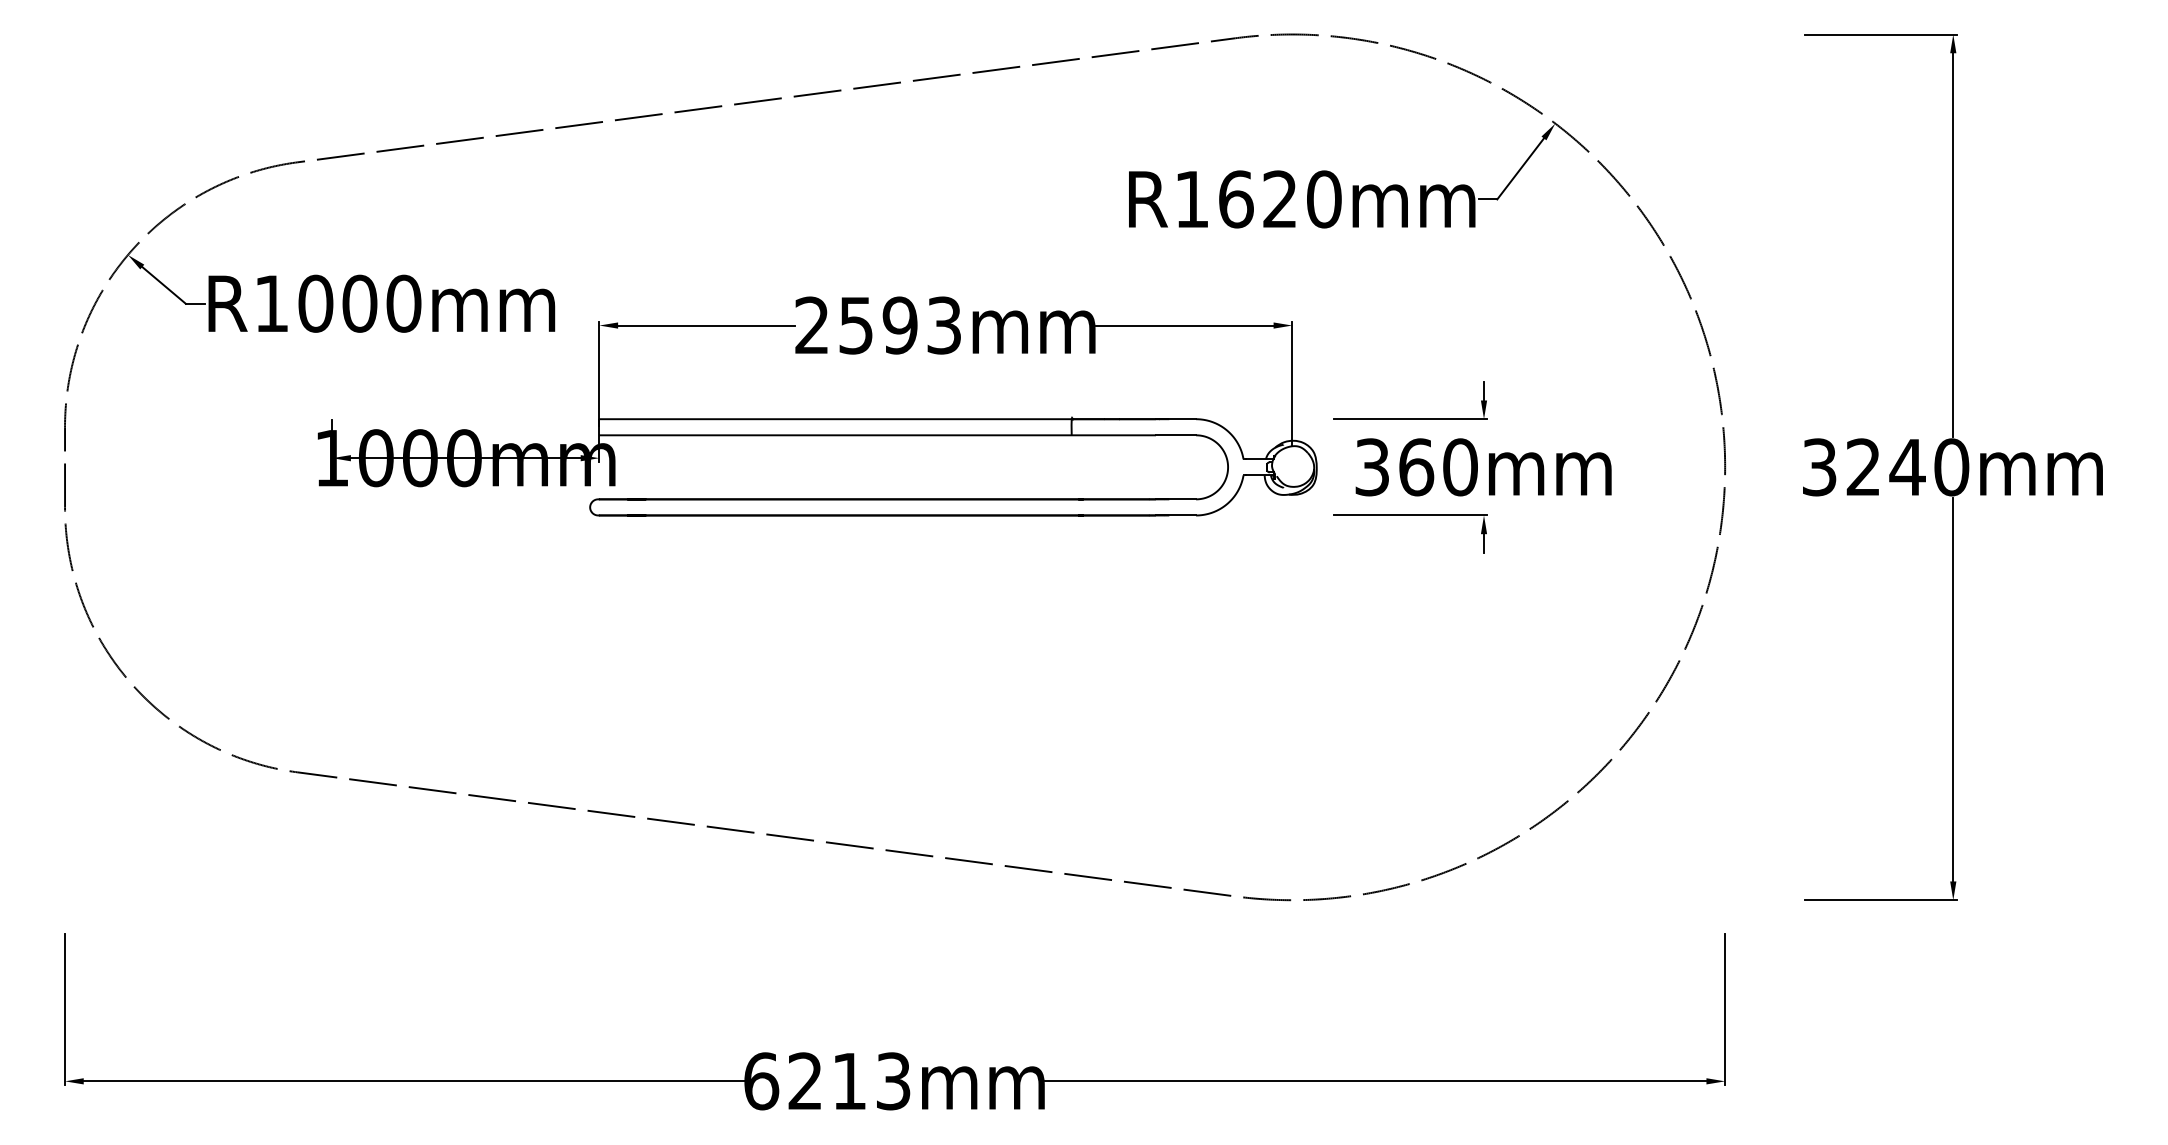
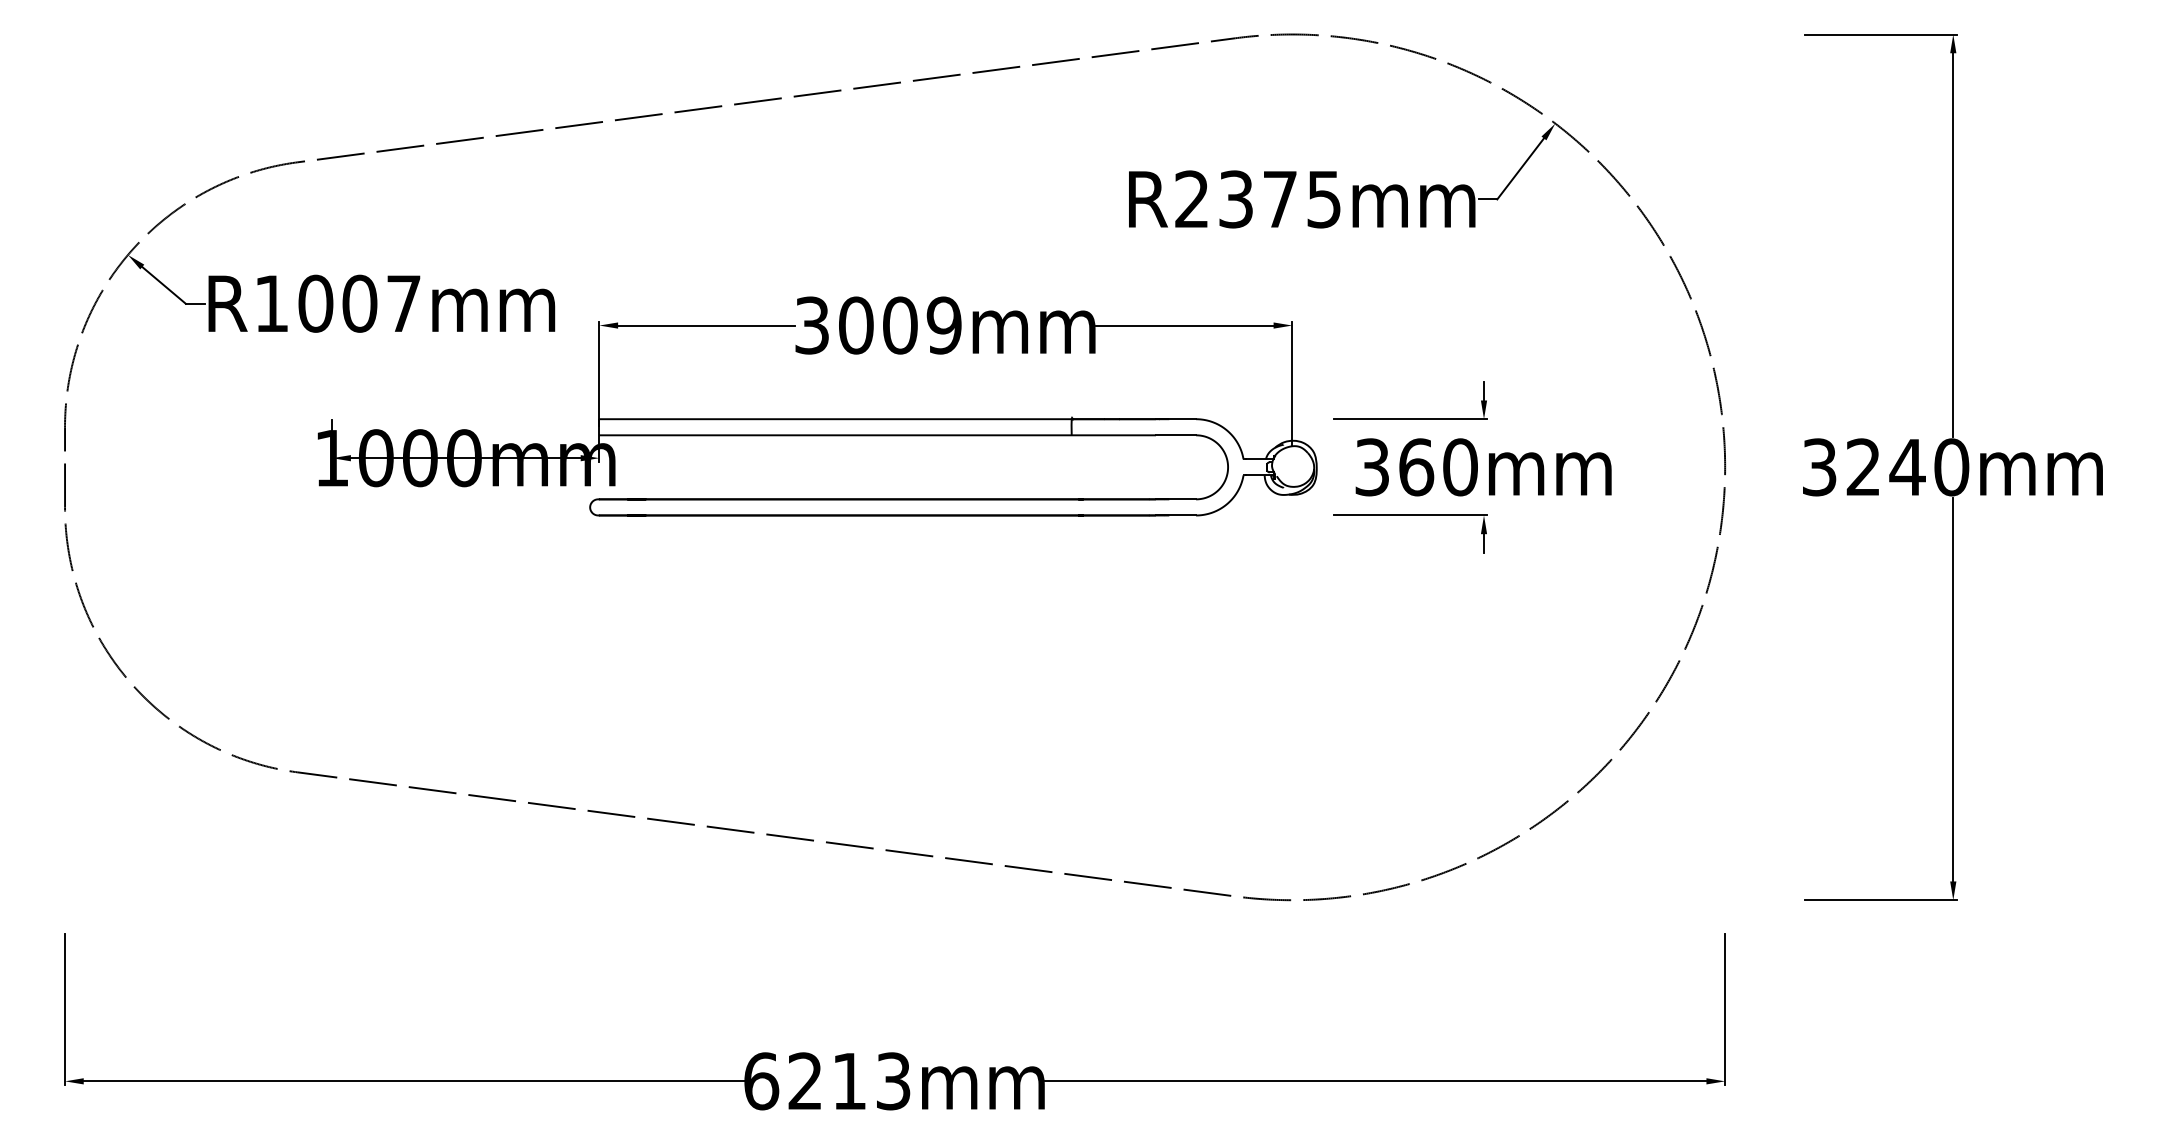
text at (1258, 199): R1620mm -> R2375mm
text at (403, 303): R1000mm -> R1007mm
text at (878, 325): 2593mm -> 3009mm
